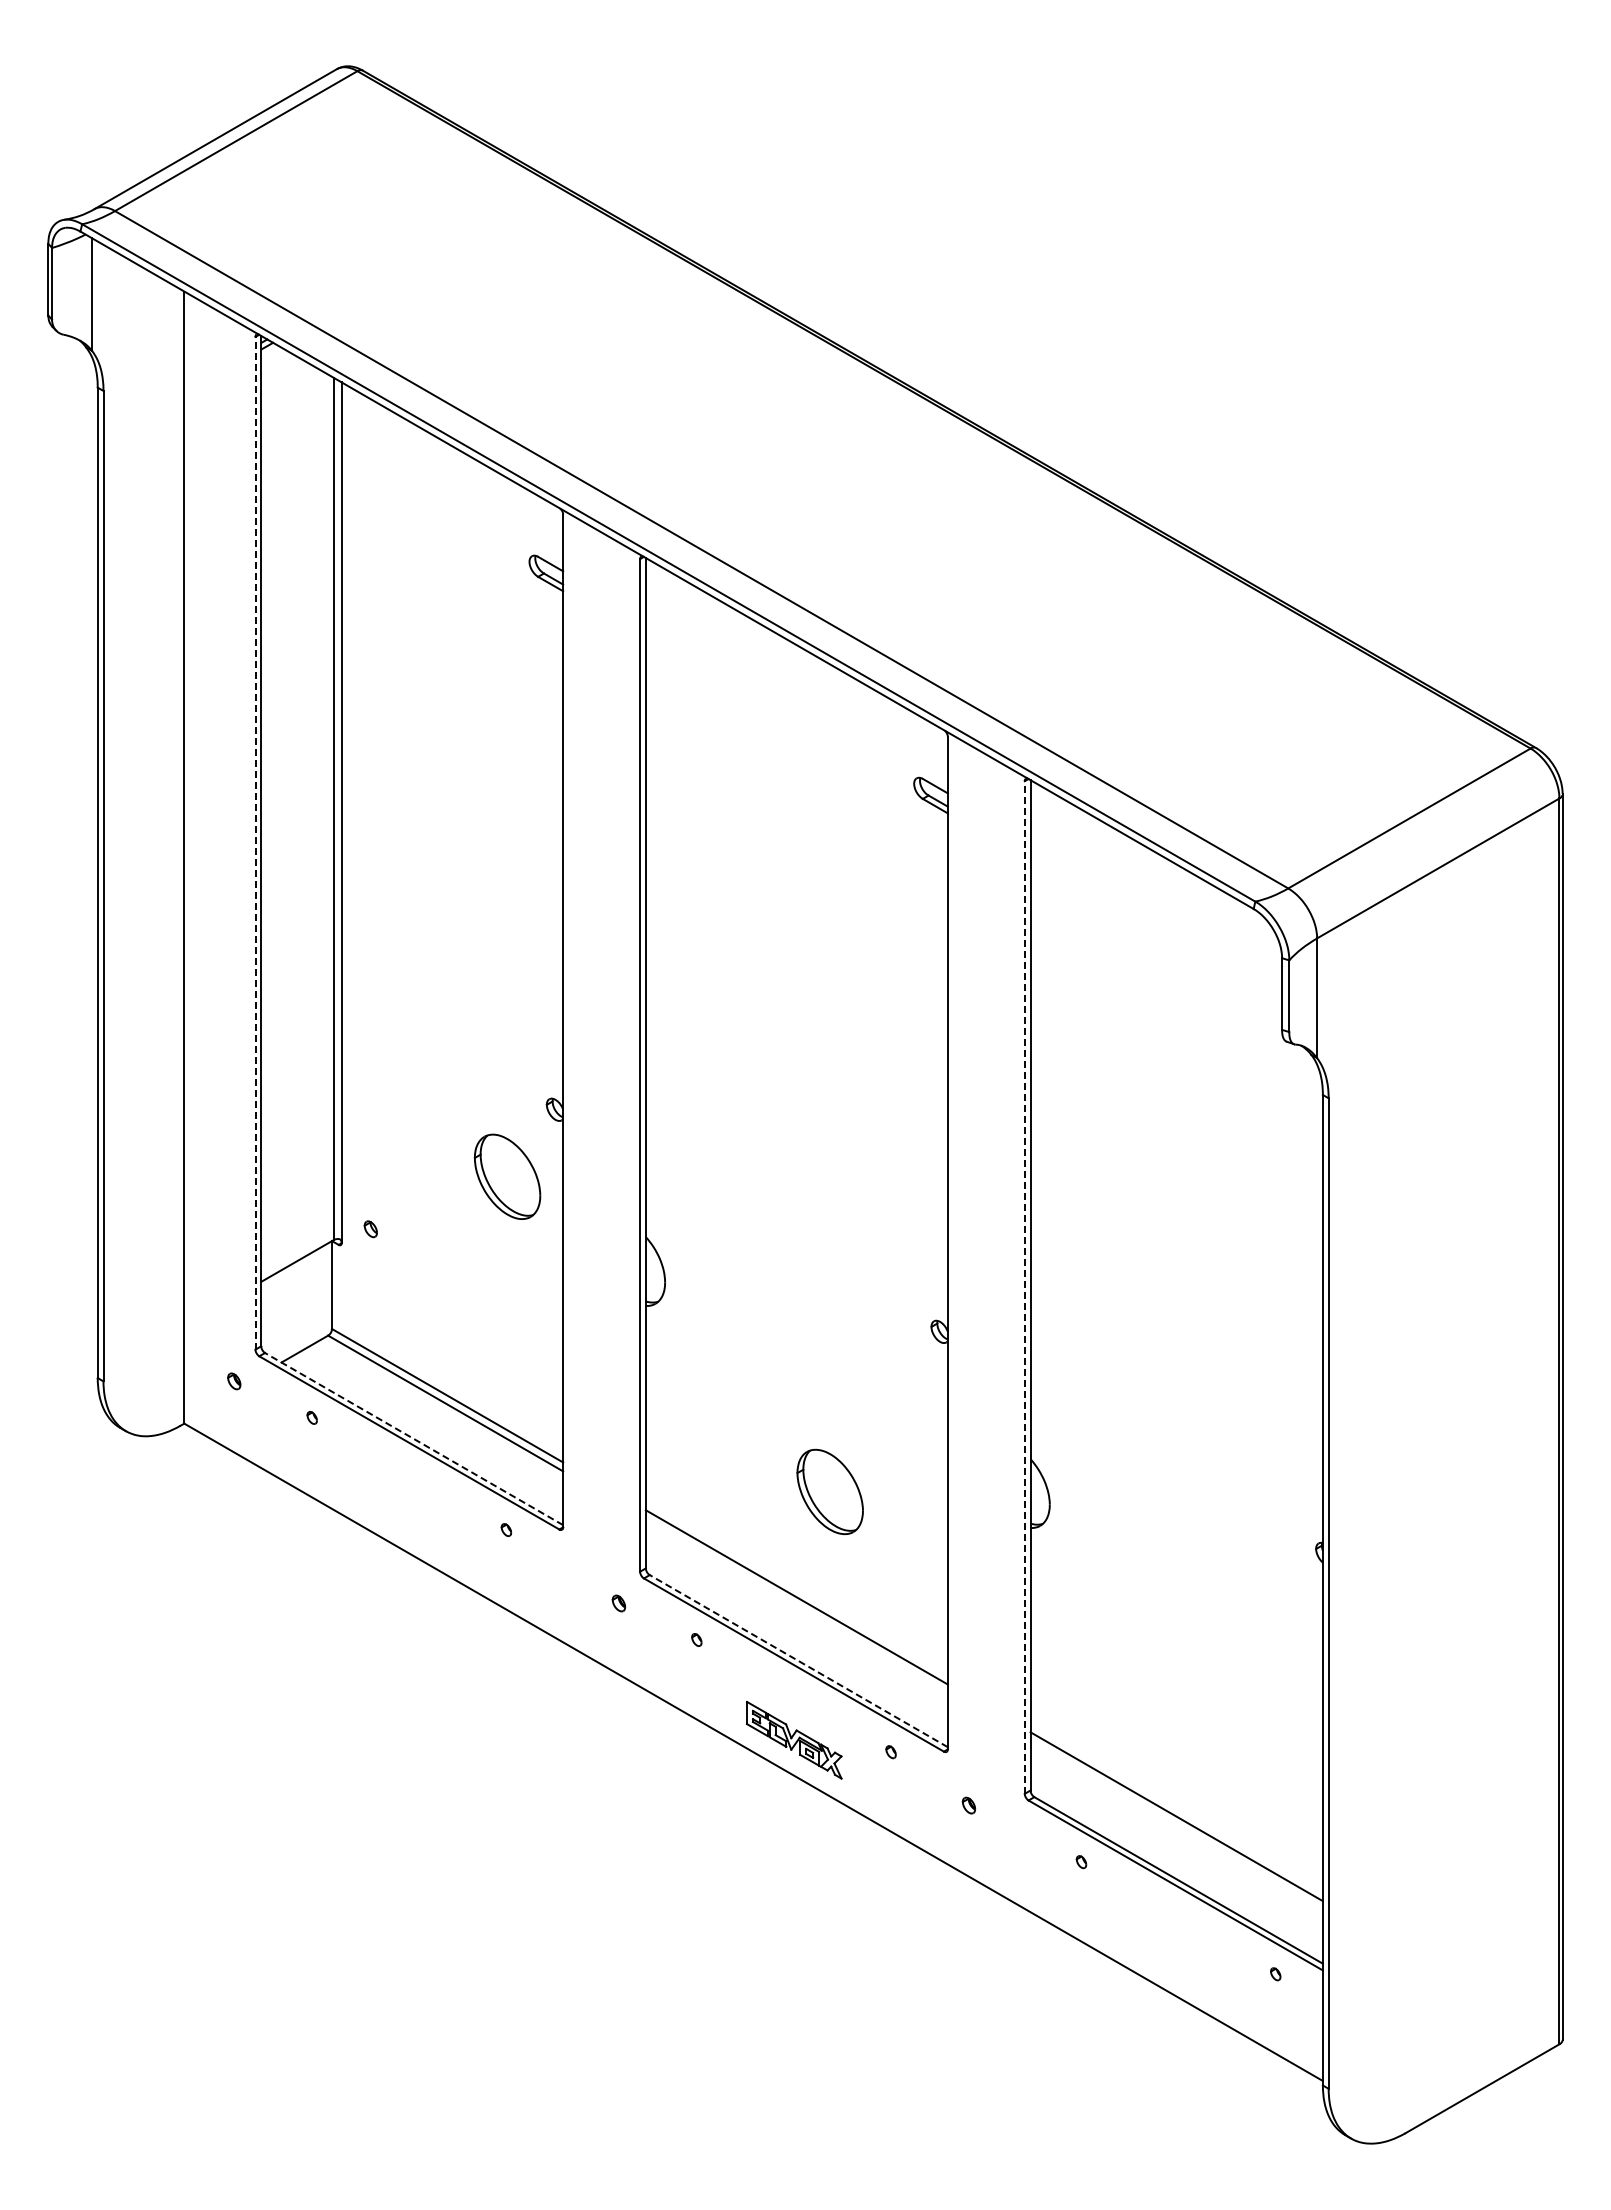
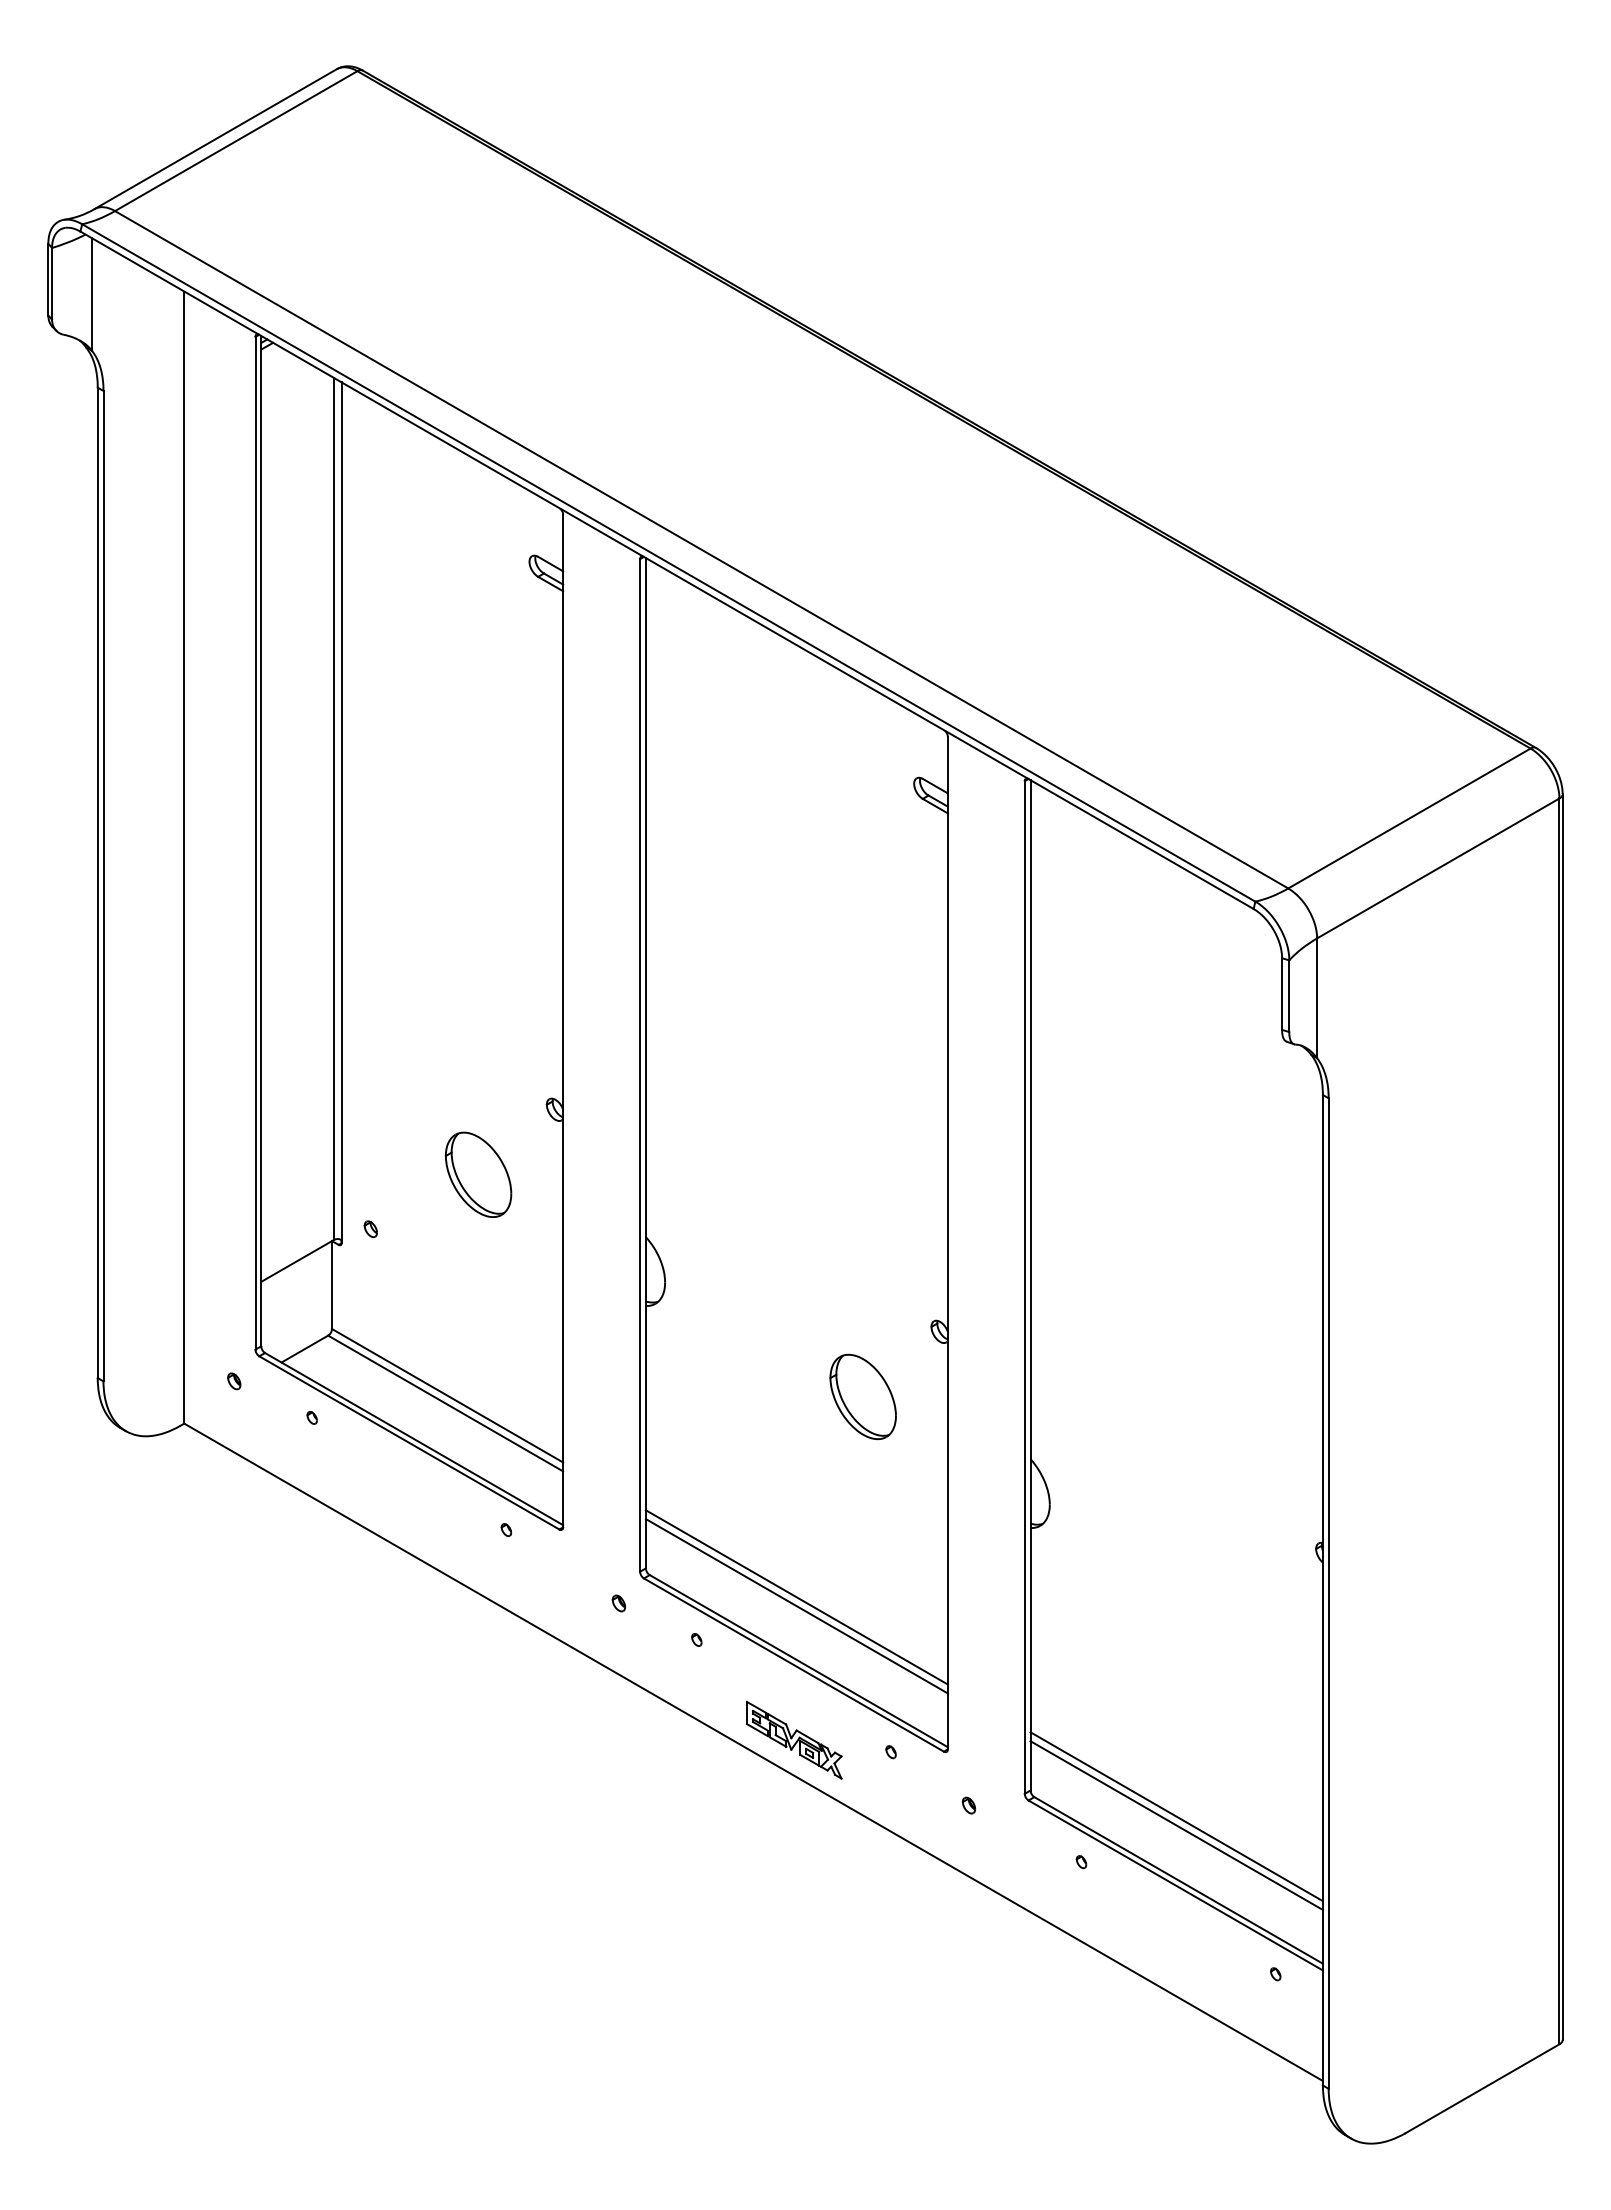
line at (255, 842): dashed -> solid
part at (507, 1176) position: (507, 1176) -> (478, 1174)
line at (1024, 1287): dashed -> solid
line at (413, 1438): dashed -> solid
part at (829, 1491) position: (829, 1491) -> (862, 1396)
line at (796, 1606): none -> present
line at (798, 1660): dashed -> solid
line at (1176, 1825): none -> present
